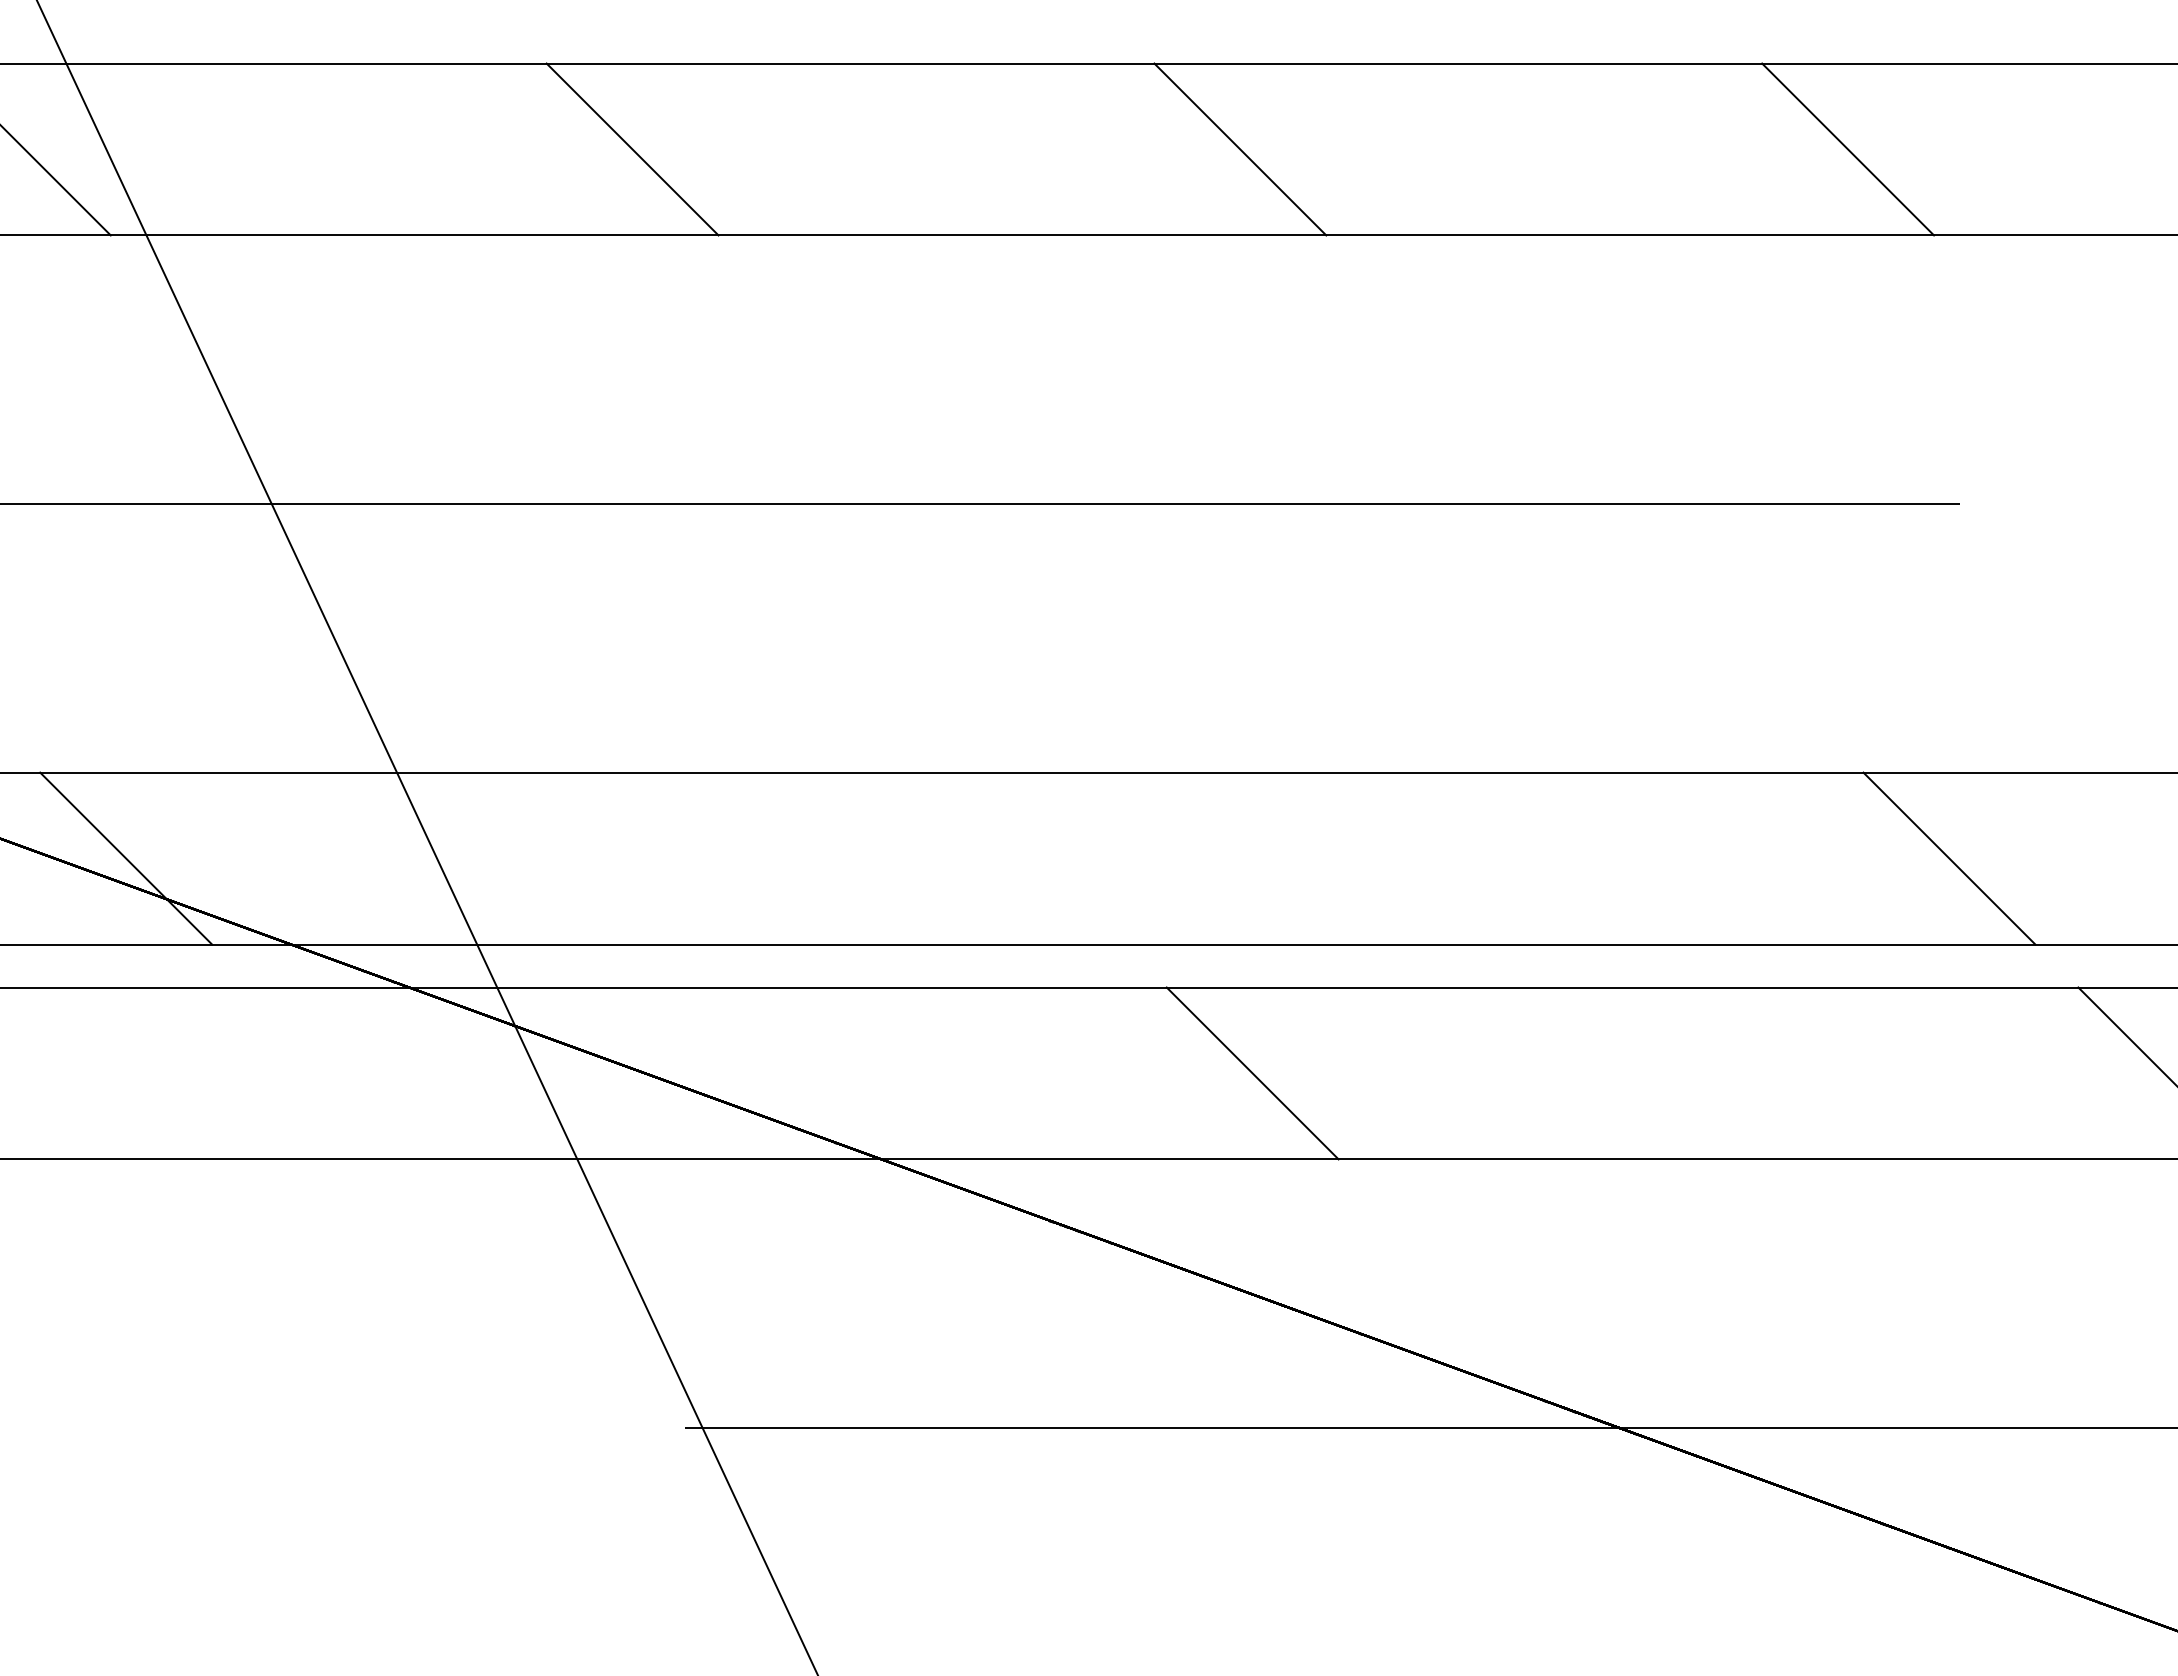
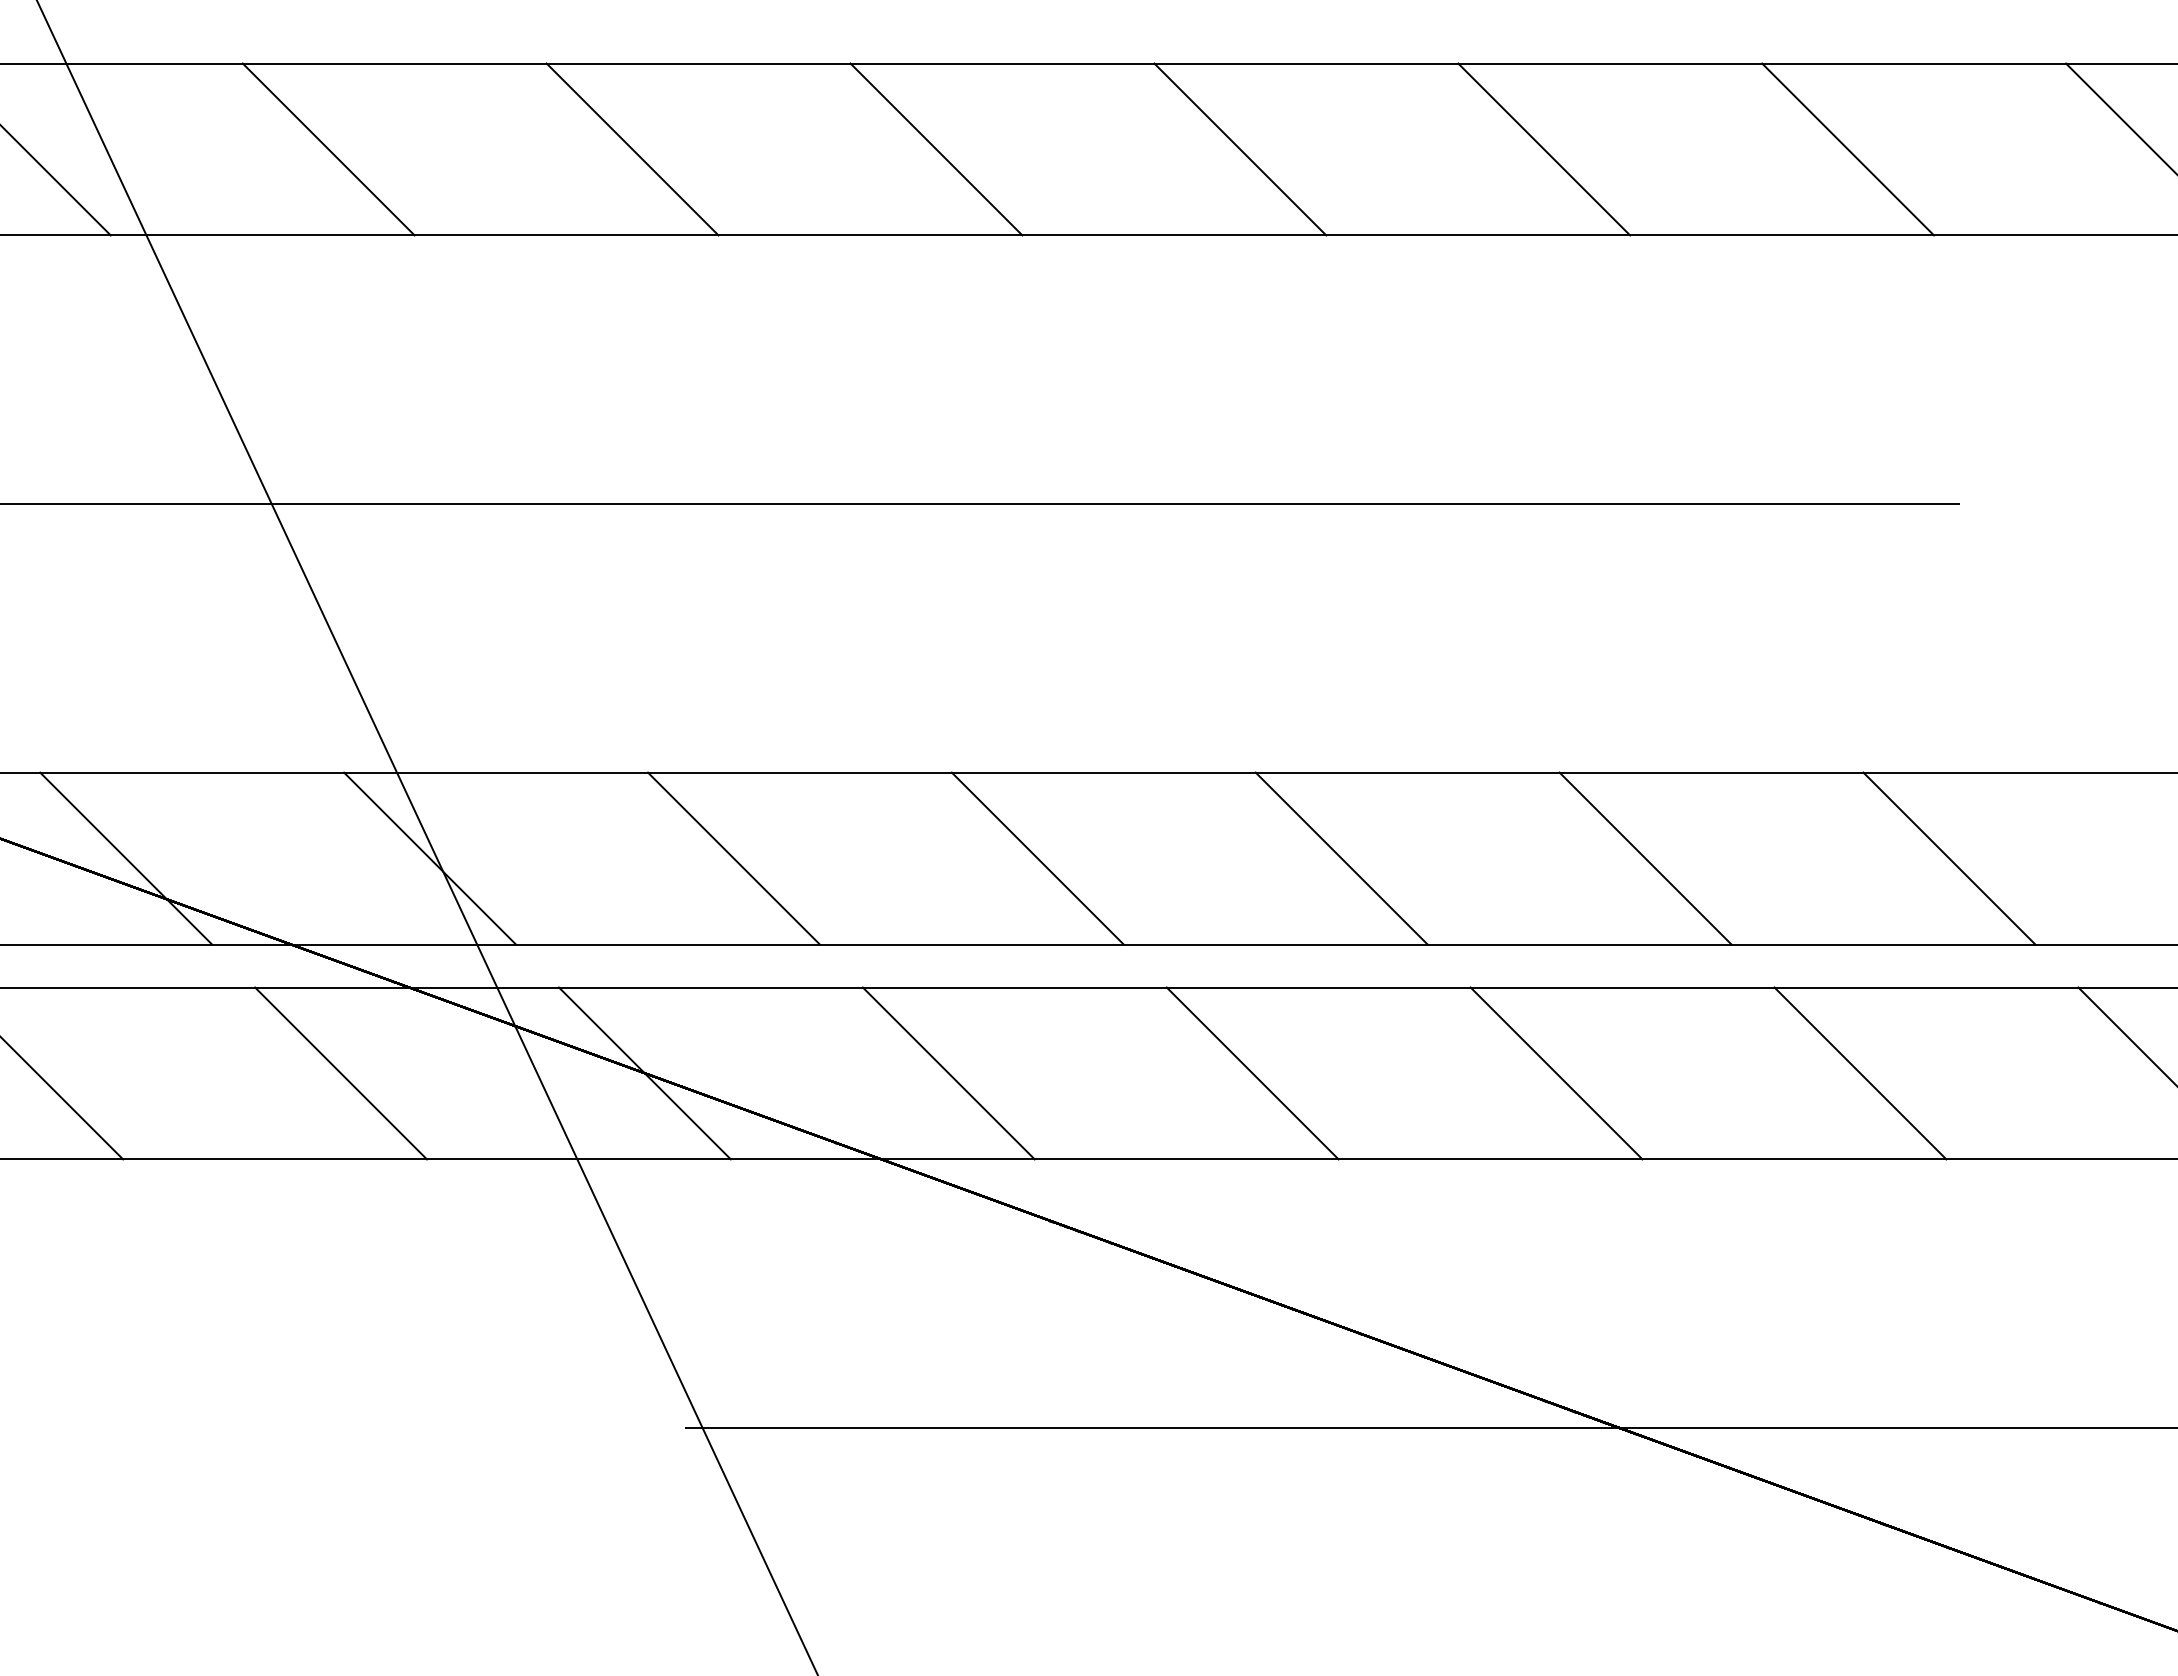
line at (2120, 117): none -> present
line at (328, 149): none -> present
line at (936, 149): none -> present
line at (1544, 149): none -> present
line at (429, 858): none -> present
line at (733, 858): none -> present
line at (1037, 858): none -> present
line at (1341, 858): none -> present
line at (1645, 858): none -> present
line at (340, 1073): none -> present
line at (644, 1073): none -> present
line at (948, 1073): none -> present
line at (1556, 1073): none -> present
line at (1860, 1073): none -> present
line at (62, 1098): none -> present
